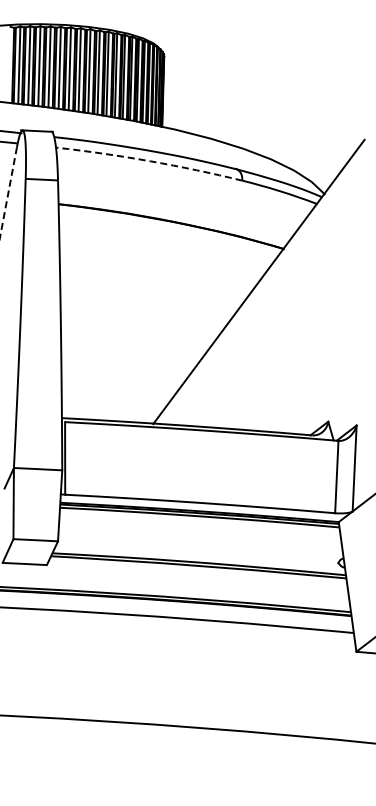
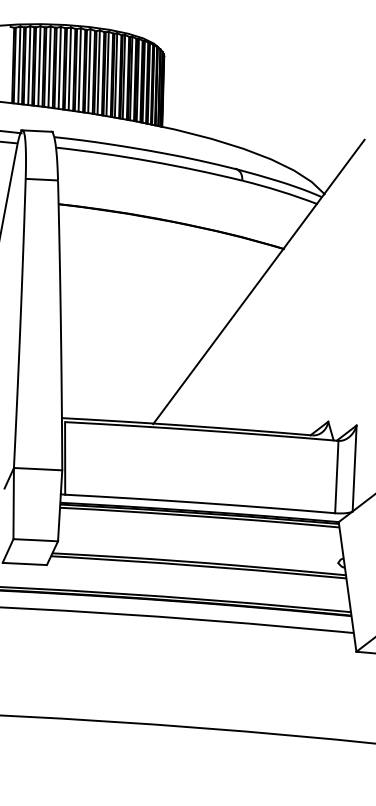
arc at (150, 161): dashed -> solid
line at (8, 191): dashed -> solid
